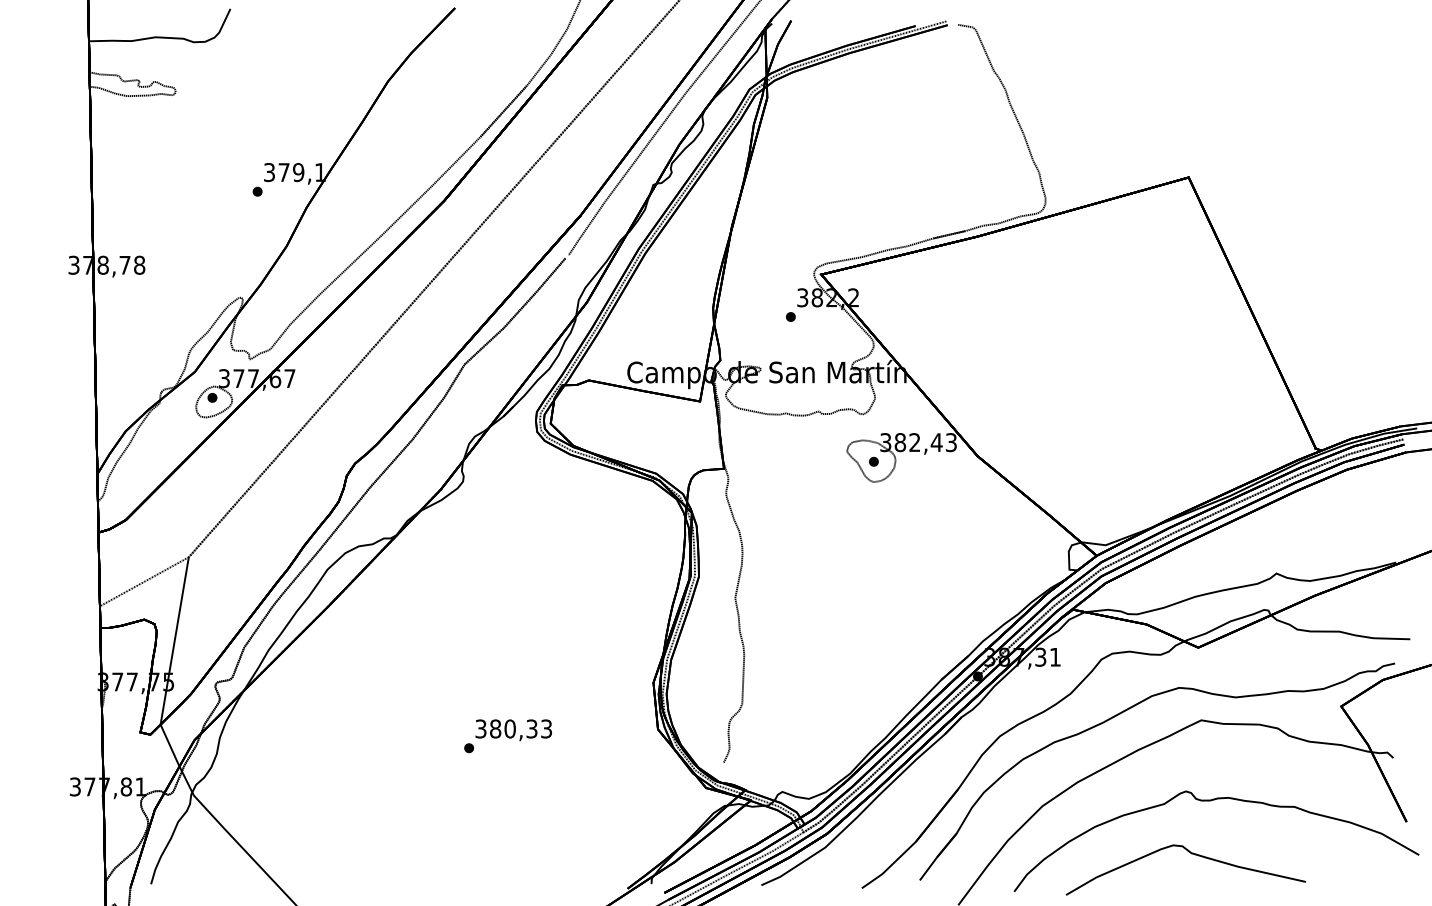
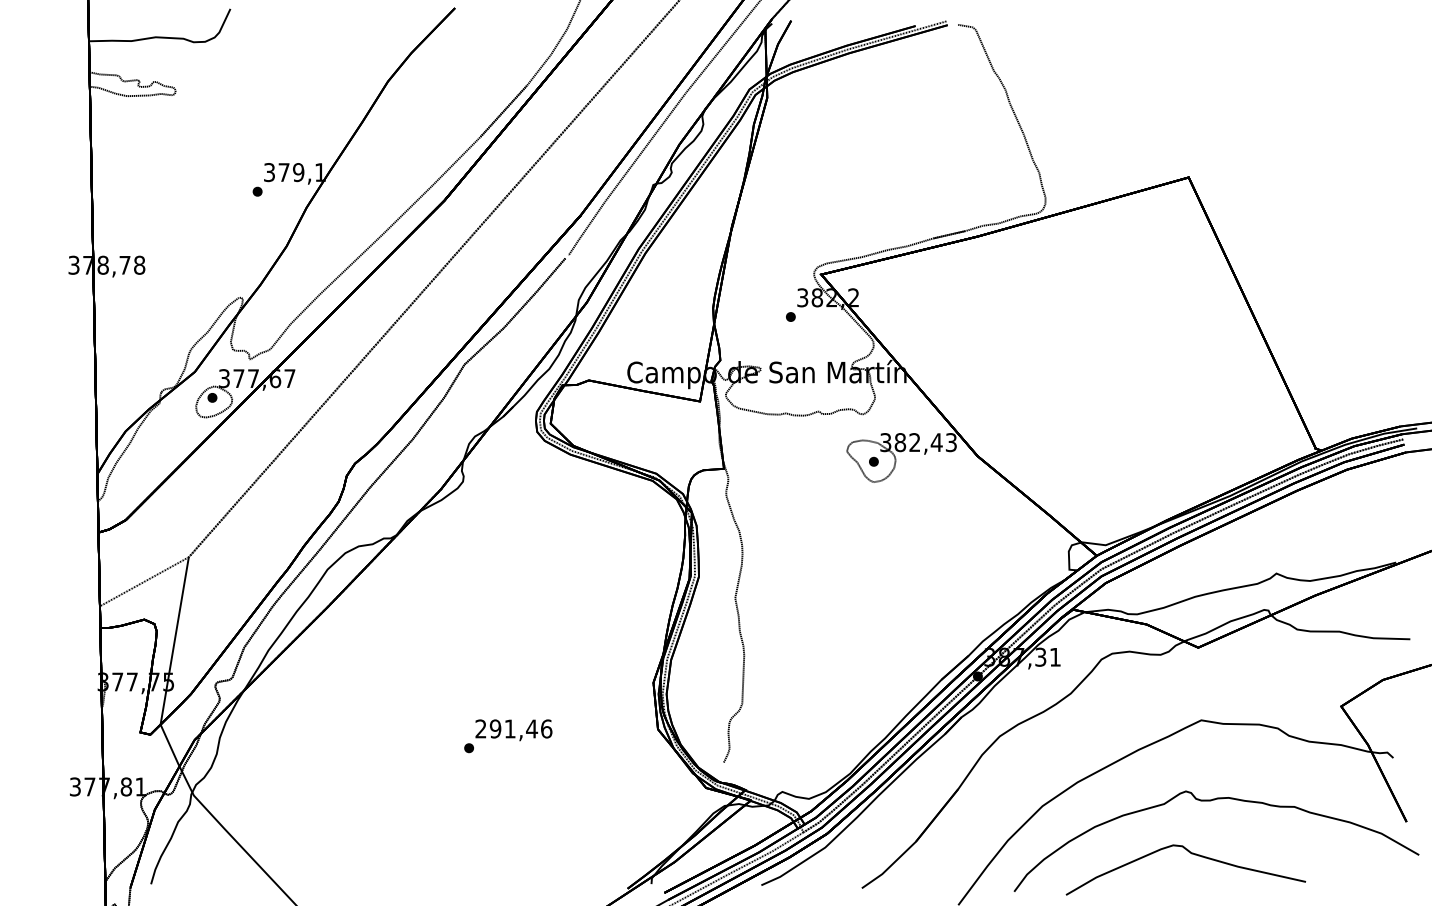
part at (1124, 712): present -> none
text at (513, 728): 380,33 -> 291,46
